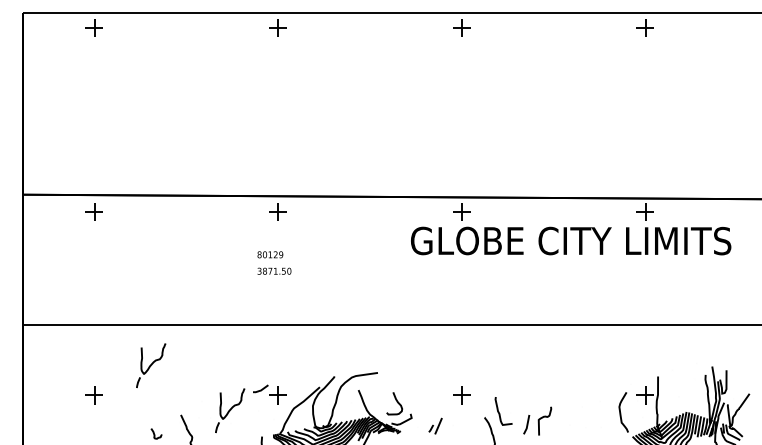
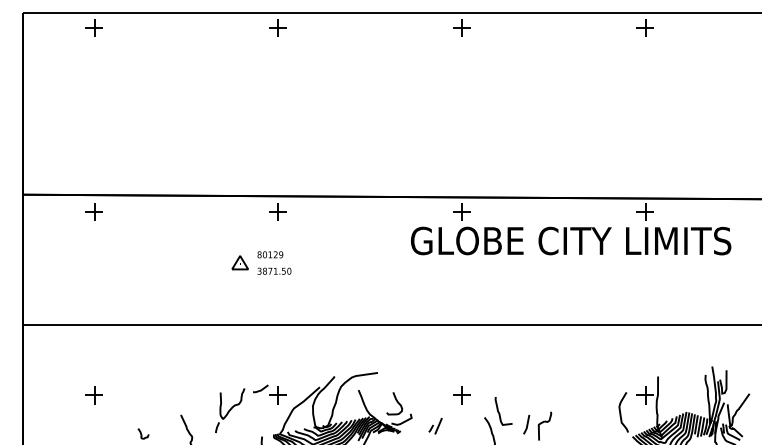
part at (239, 262): none -> present
part at (151, 365): present -> none
curve at (542, 418) position: (542, 418) -> (542, 423)
curve at (155, 434) position: (155, 434) -> (142, 434)
